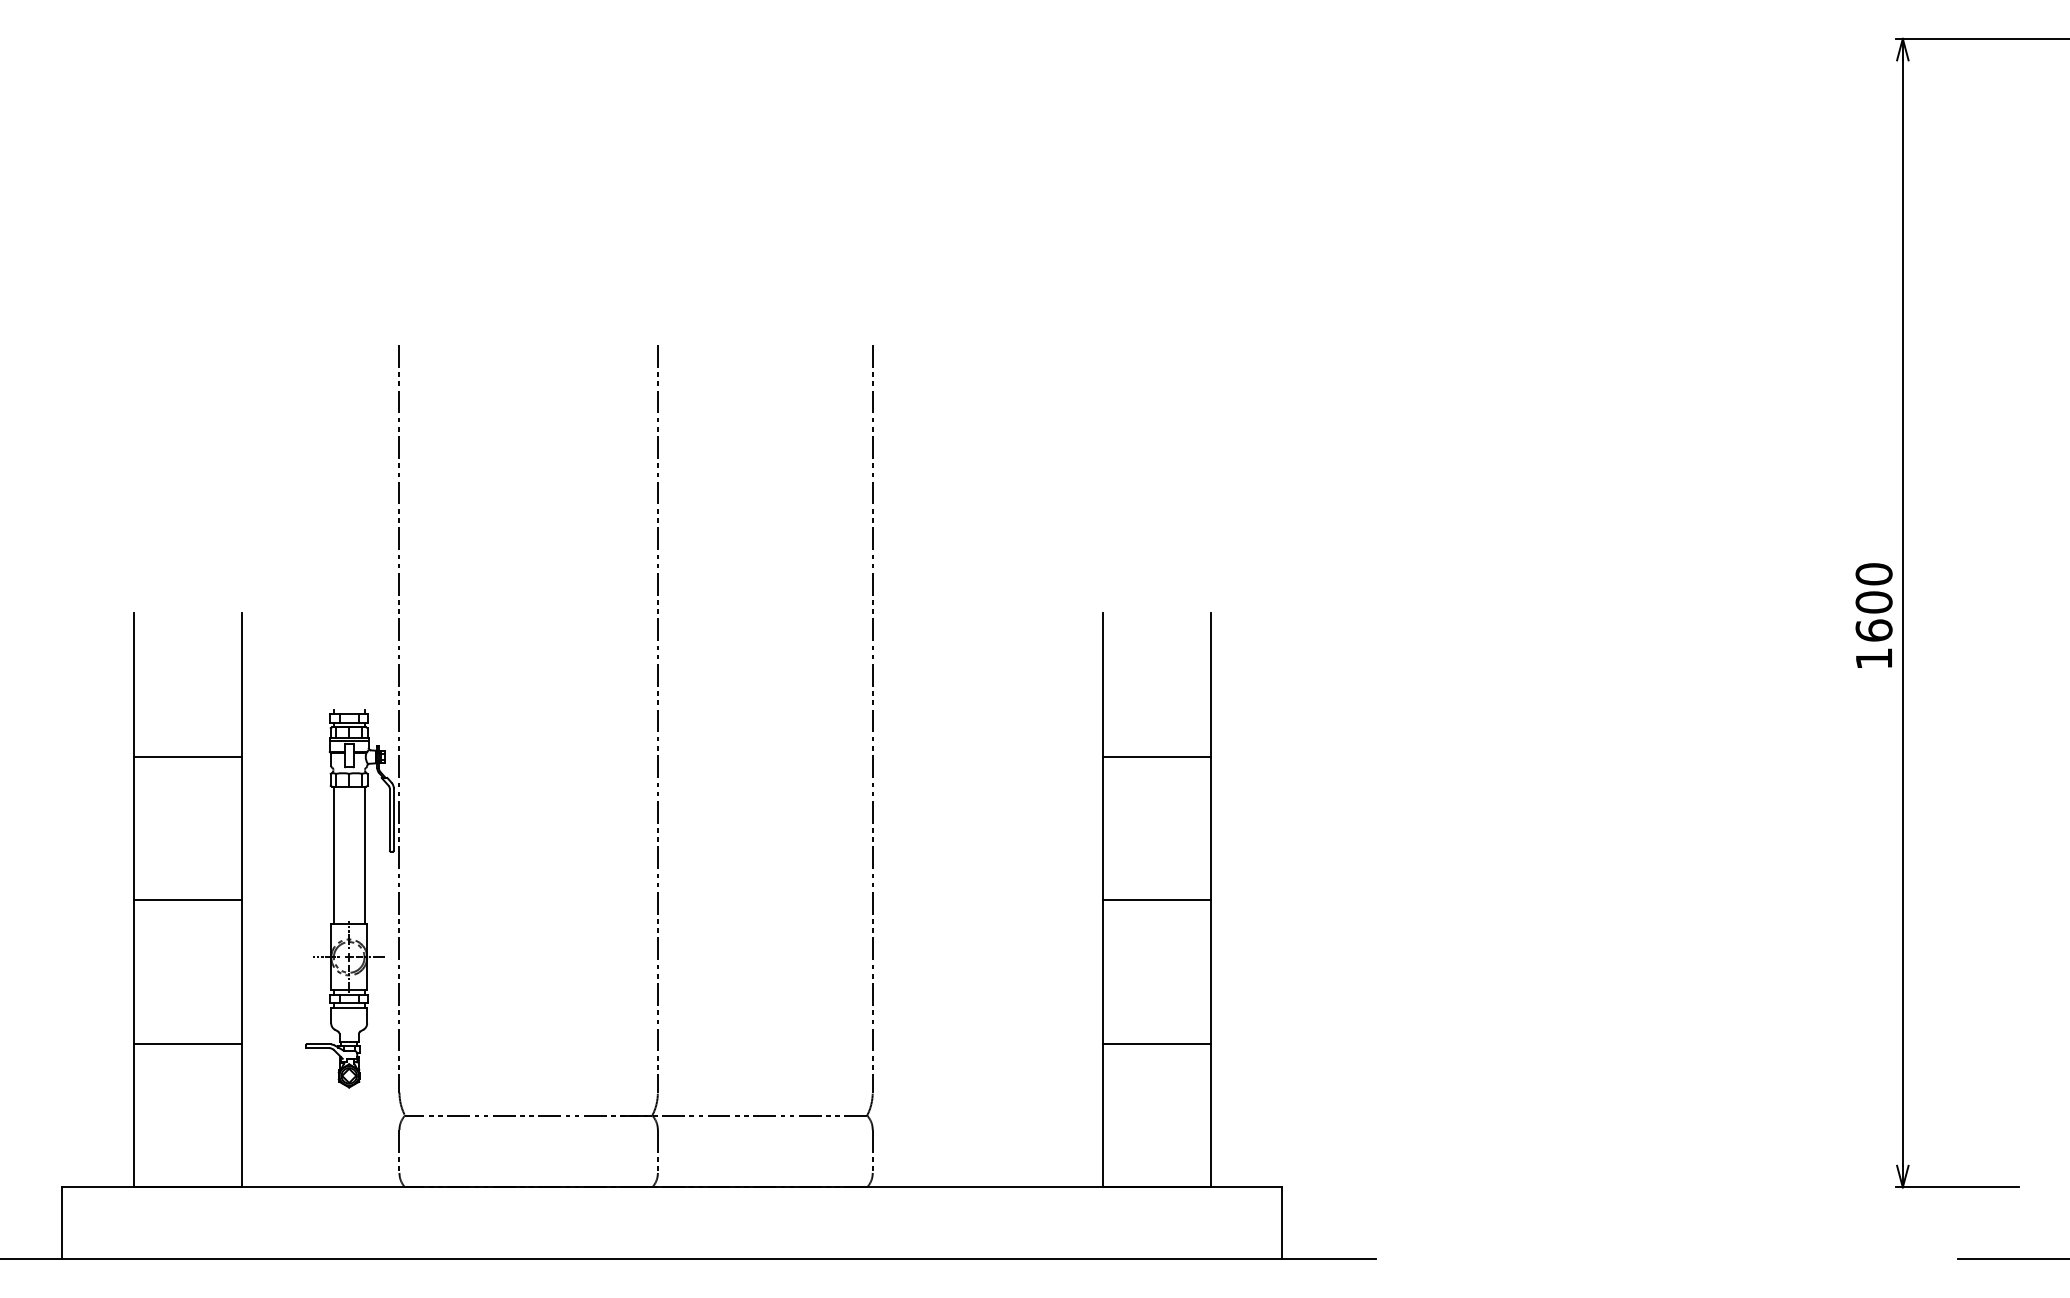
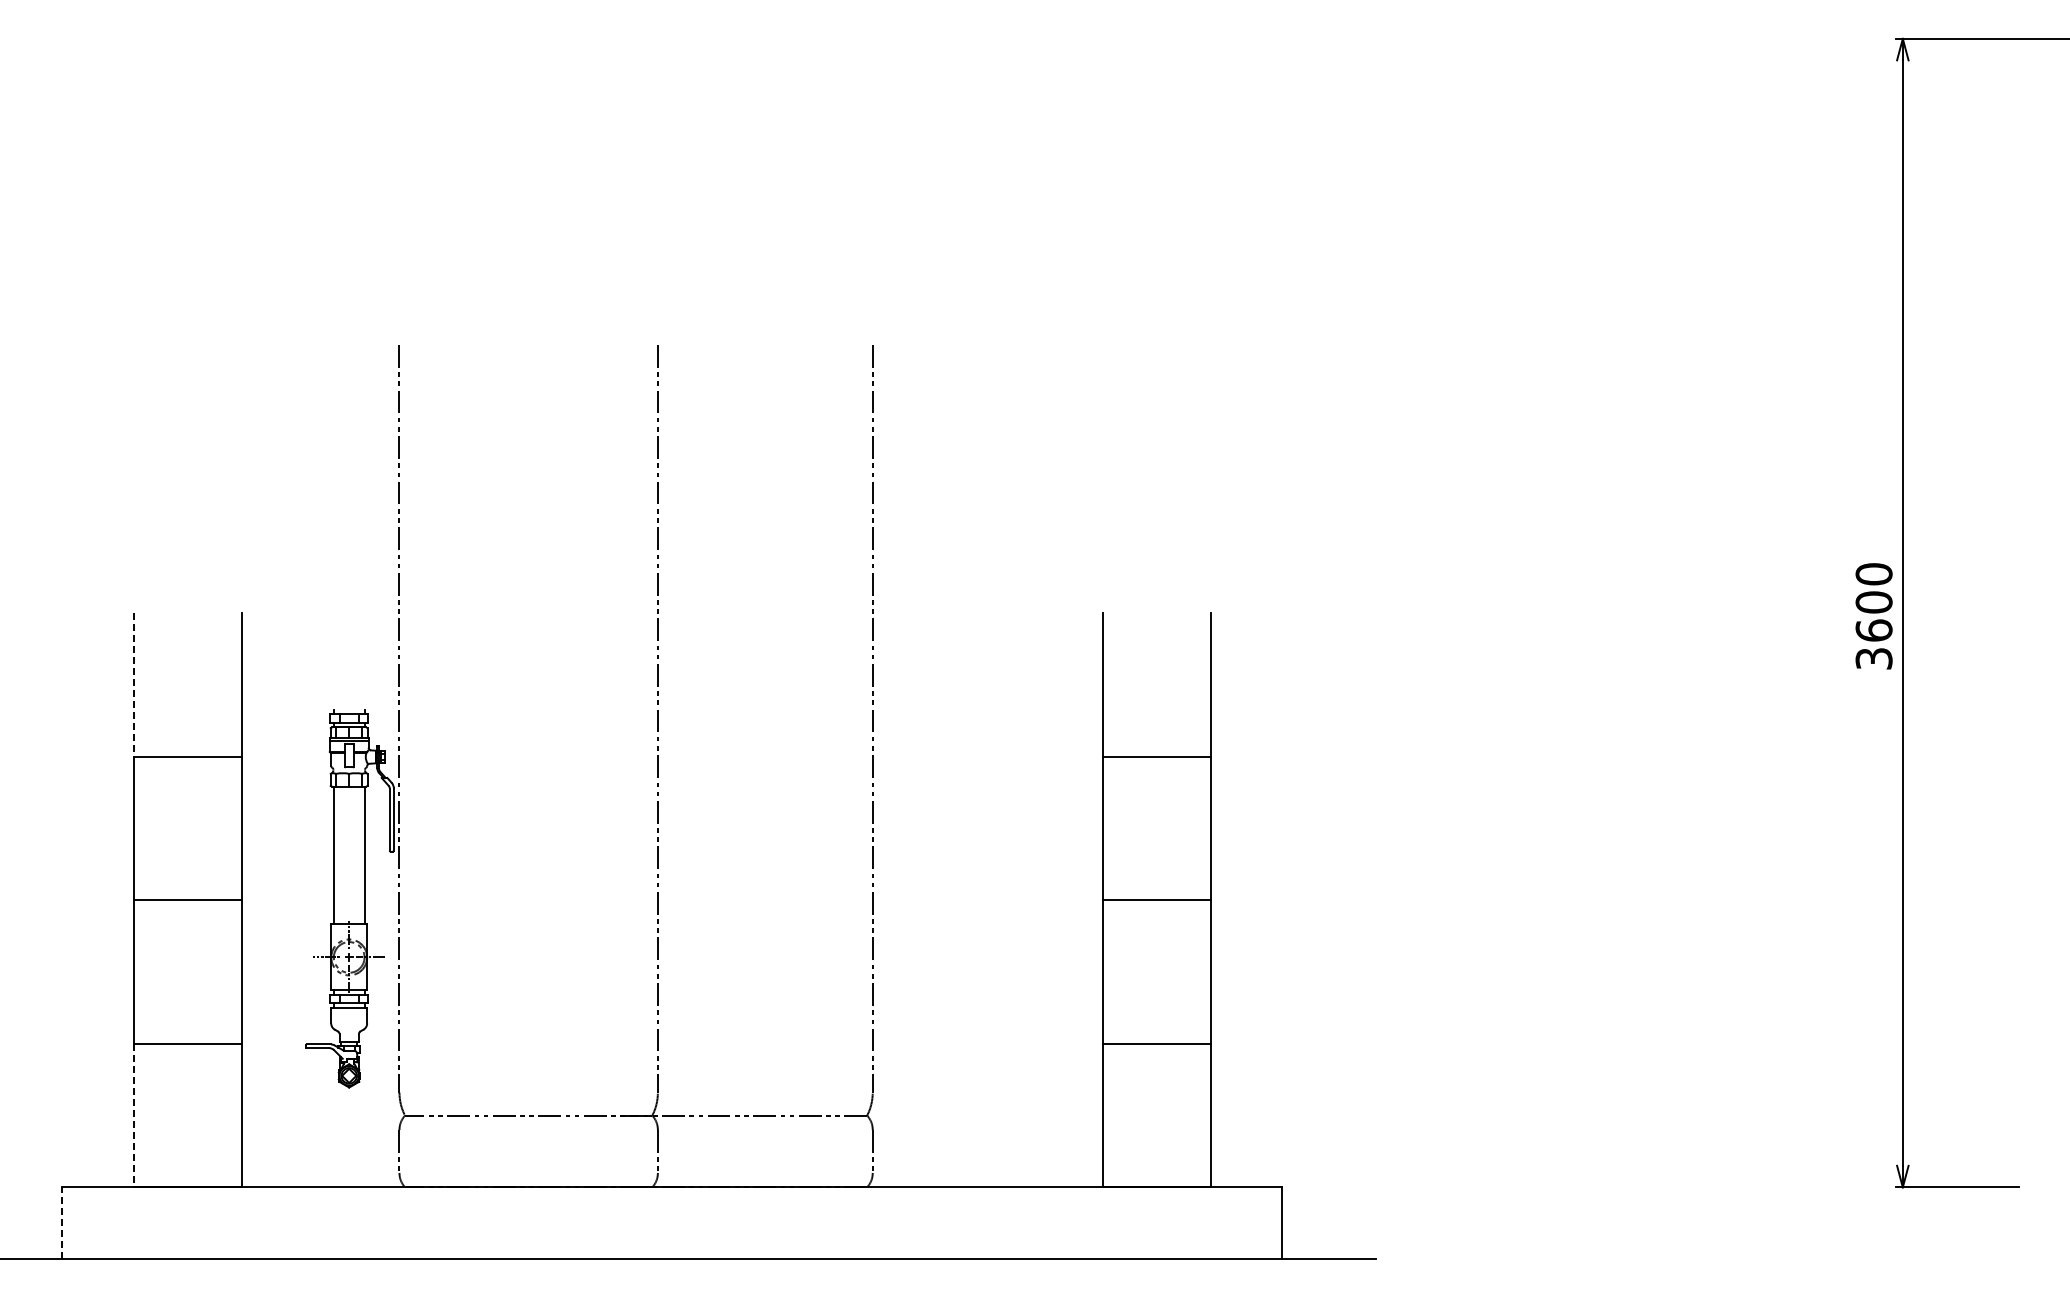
text at (1873, 658): 1600 -> 3600
line at (133, 684): solid -> dashed
line at (133, 1115): solid -> dashed
line at (62, 1223): solid -> dashed
line at (2012, 1259): present -> none
